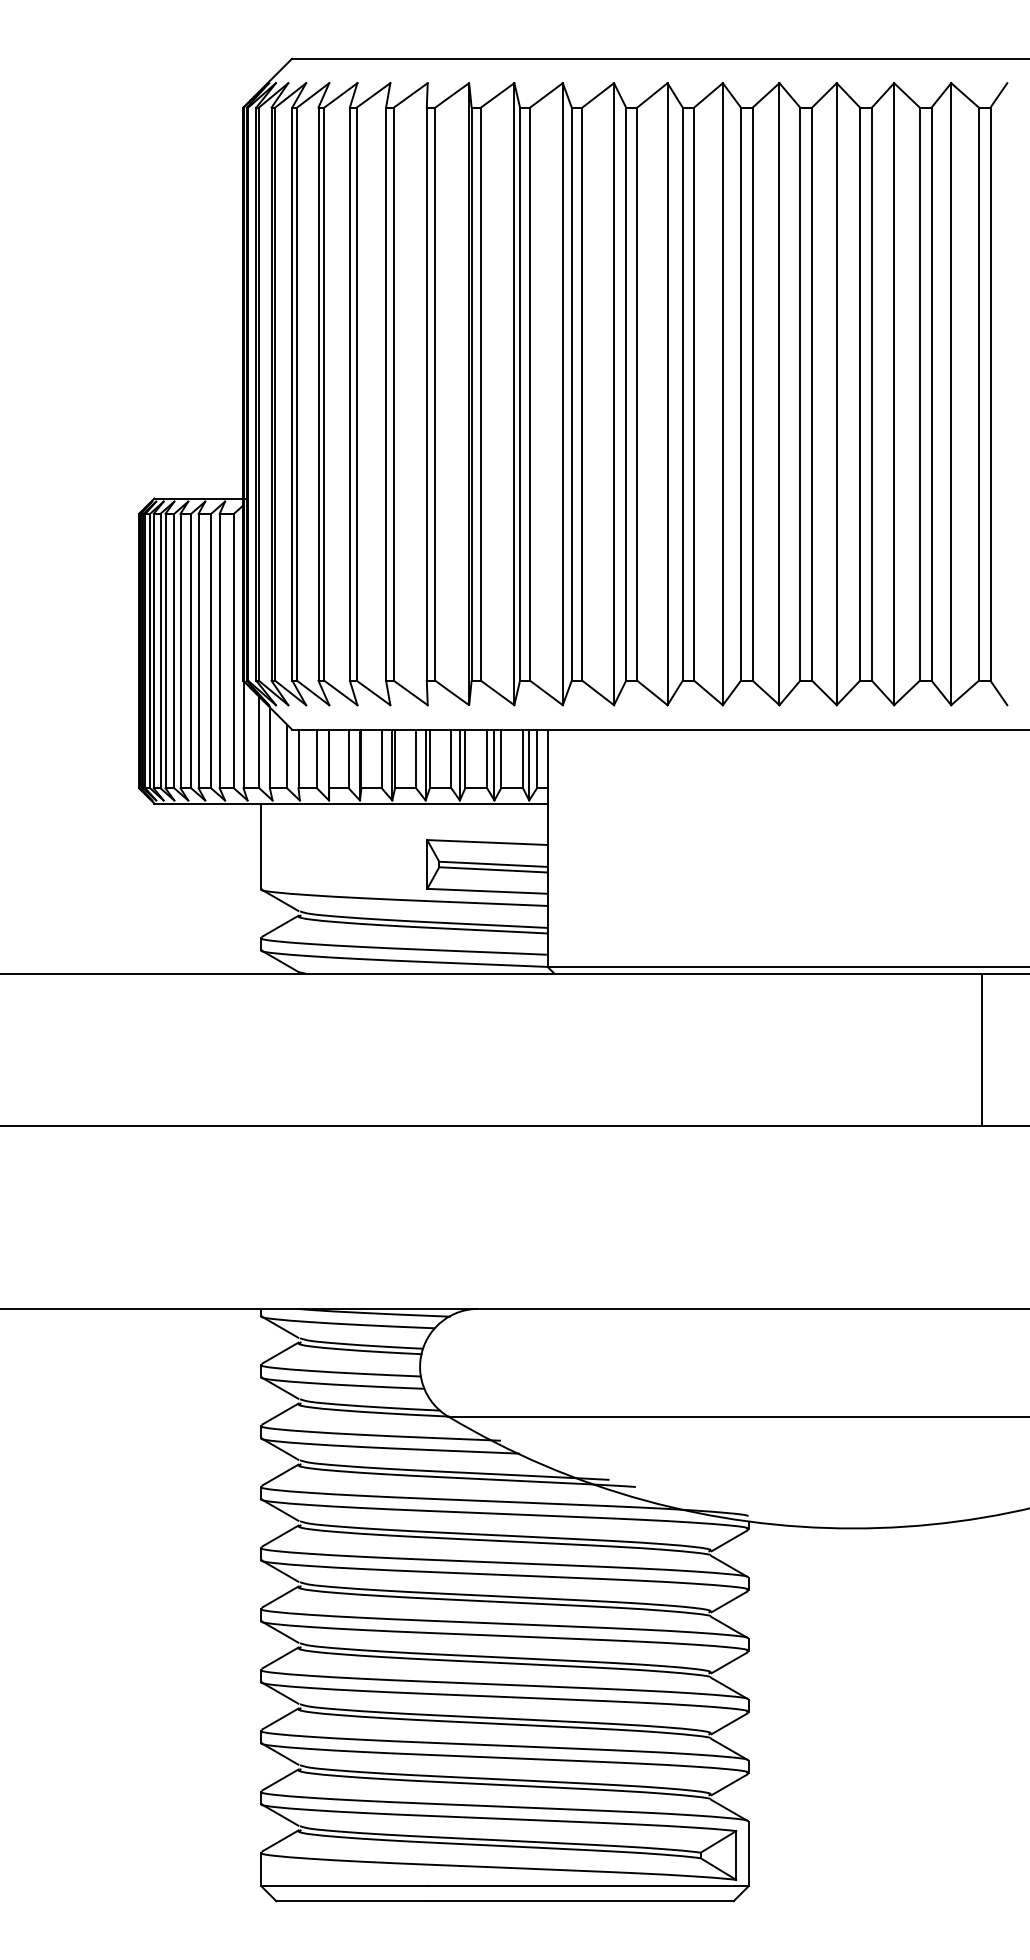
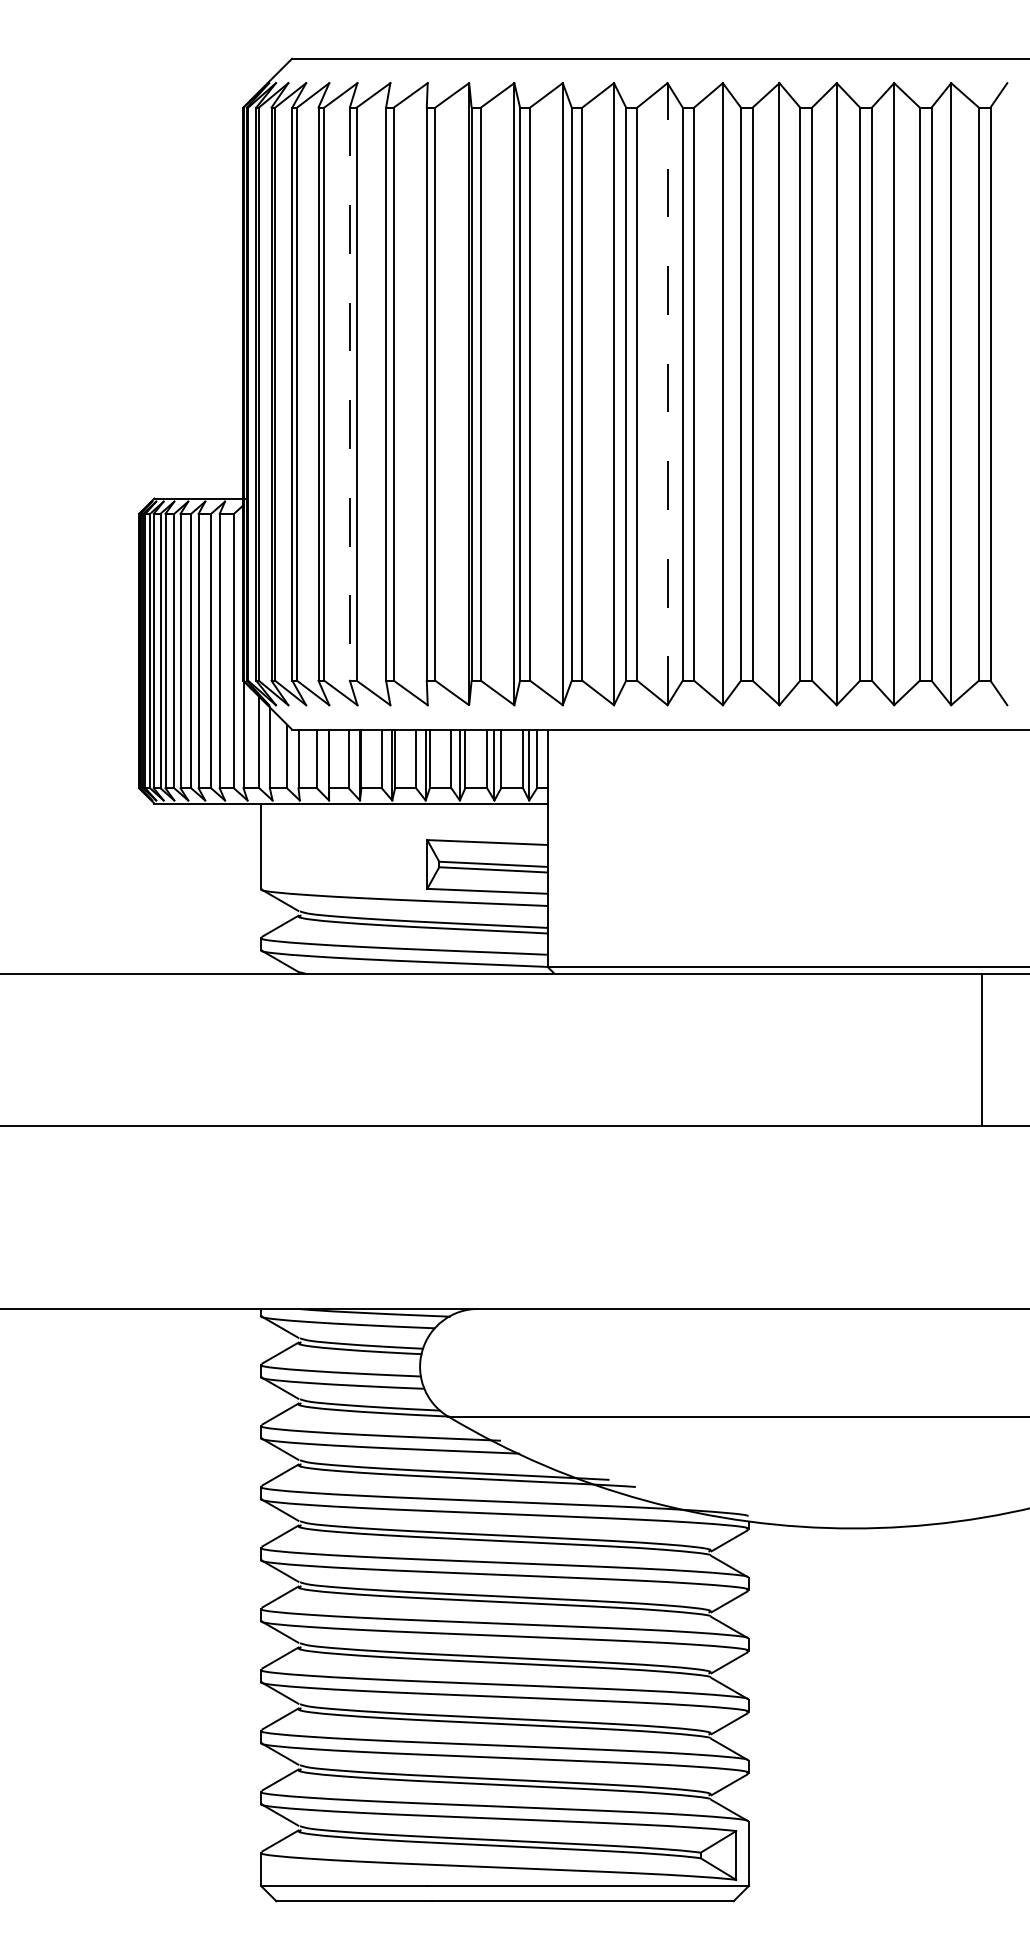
line at (667, 393): solid -> dashed
line at (349, 394): solid -> dashed
